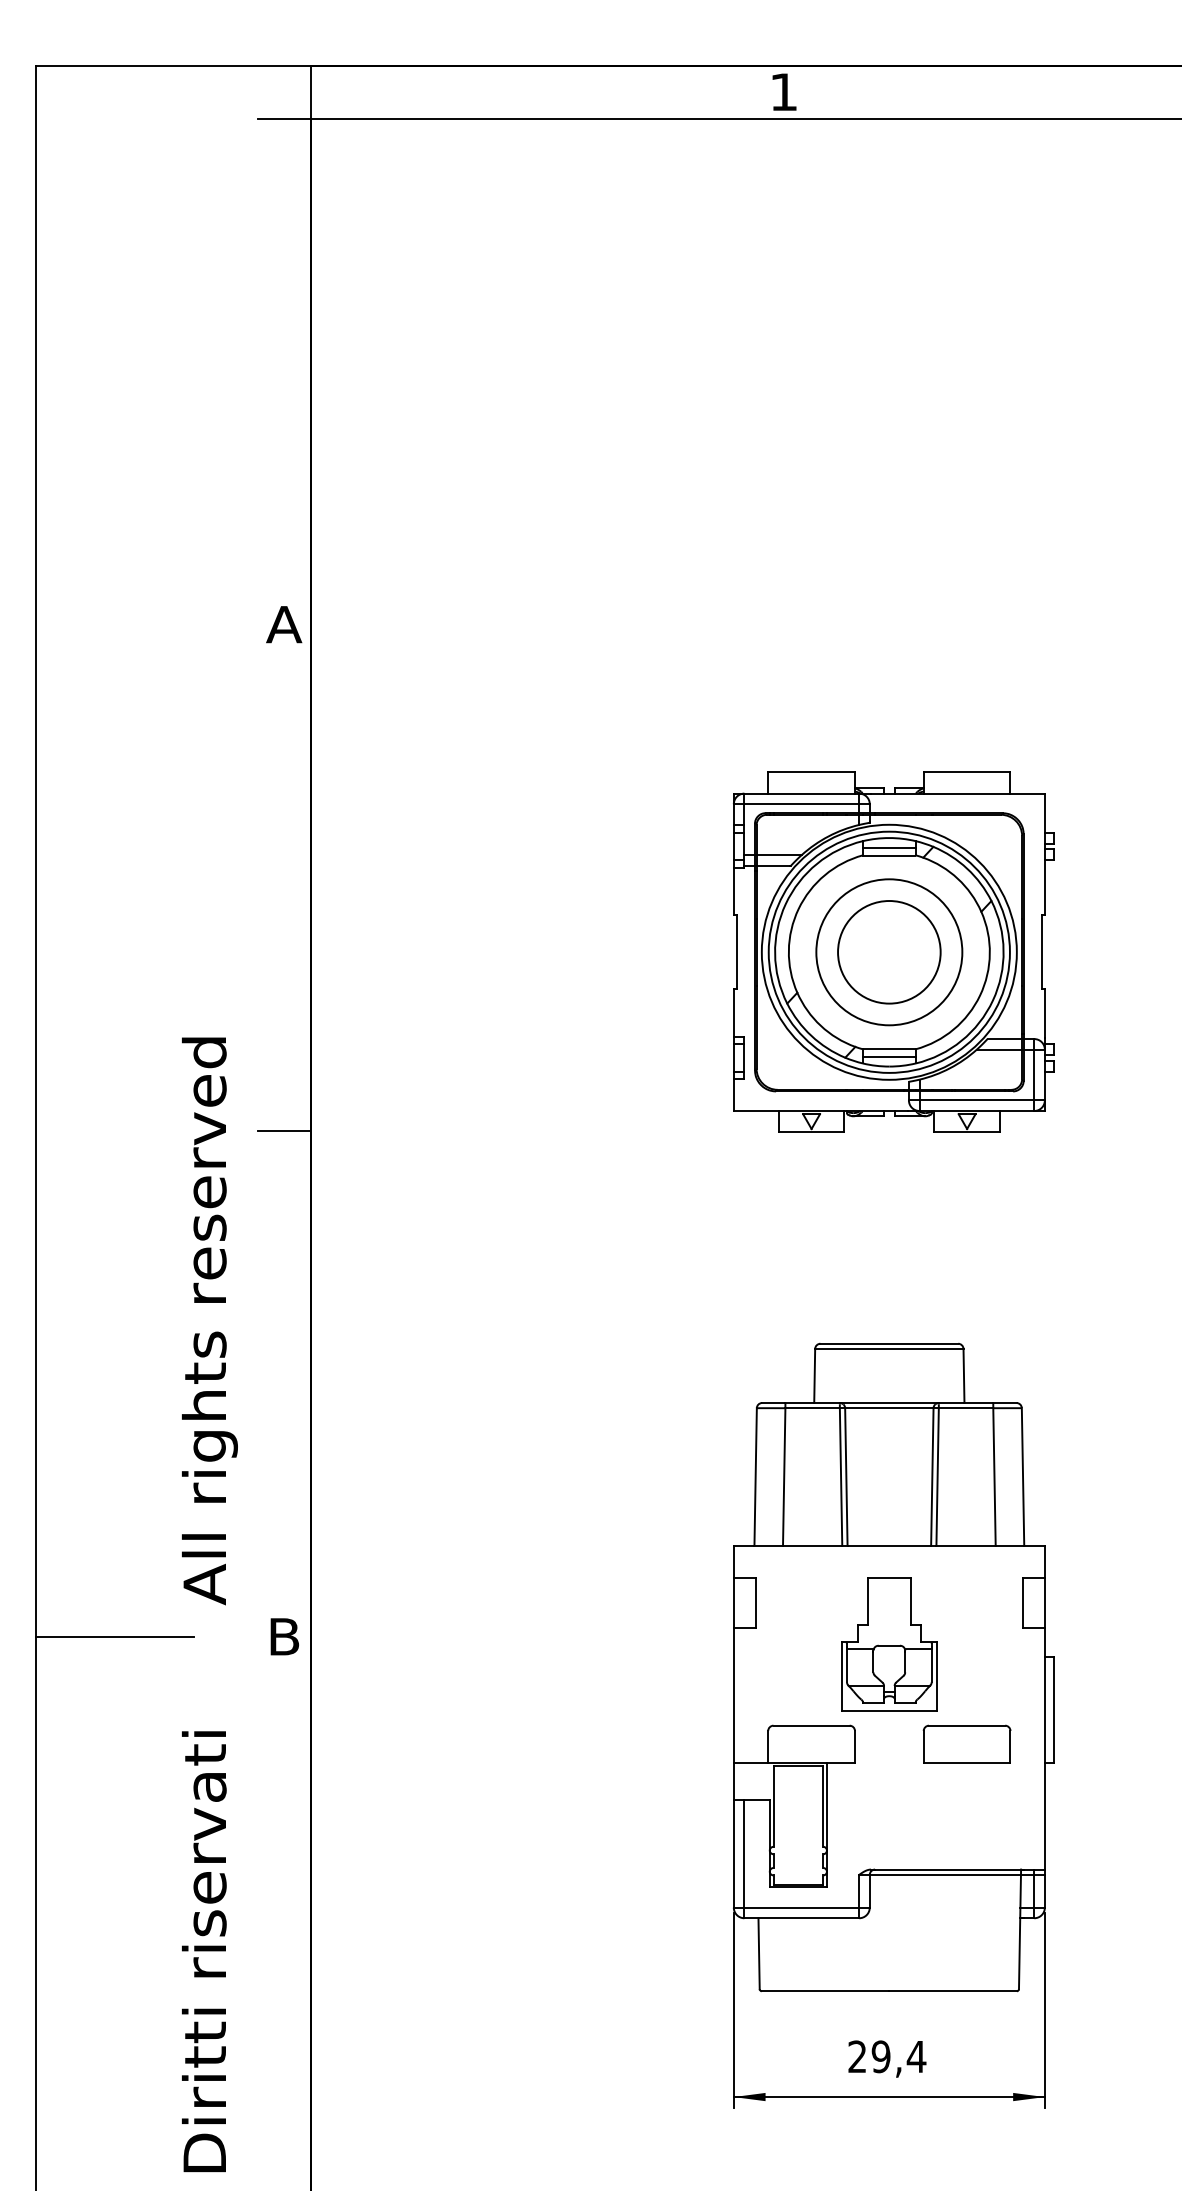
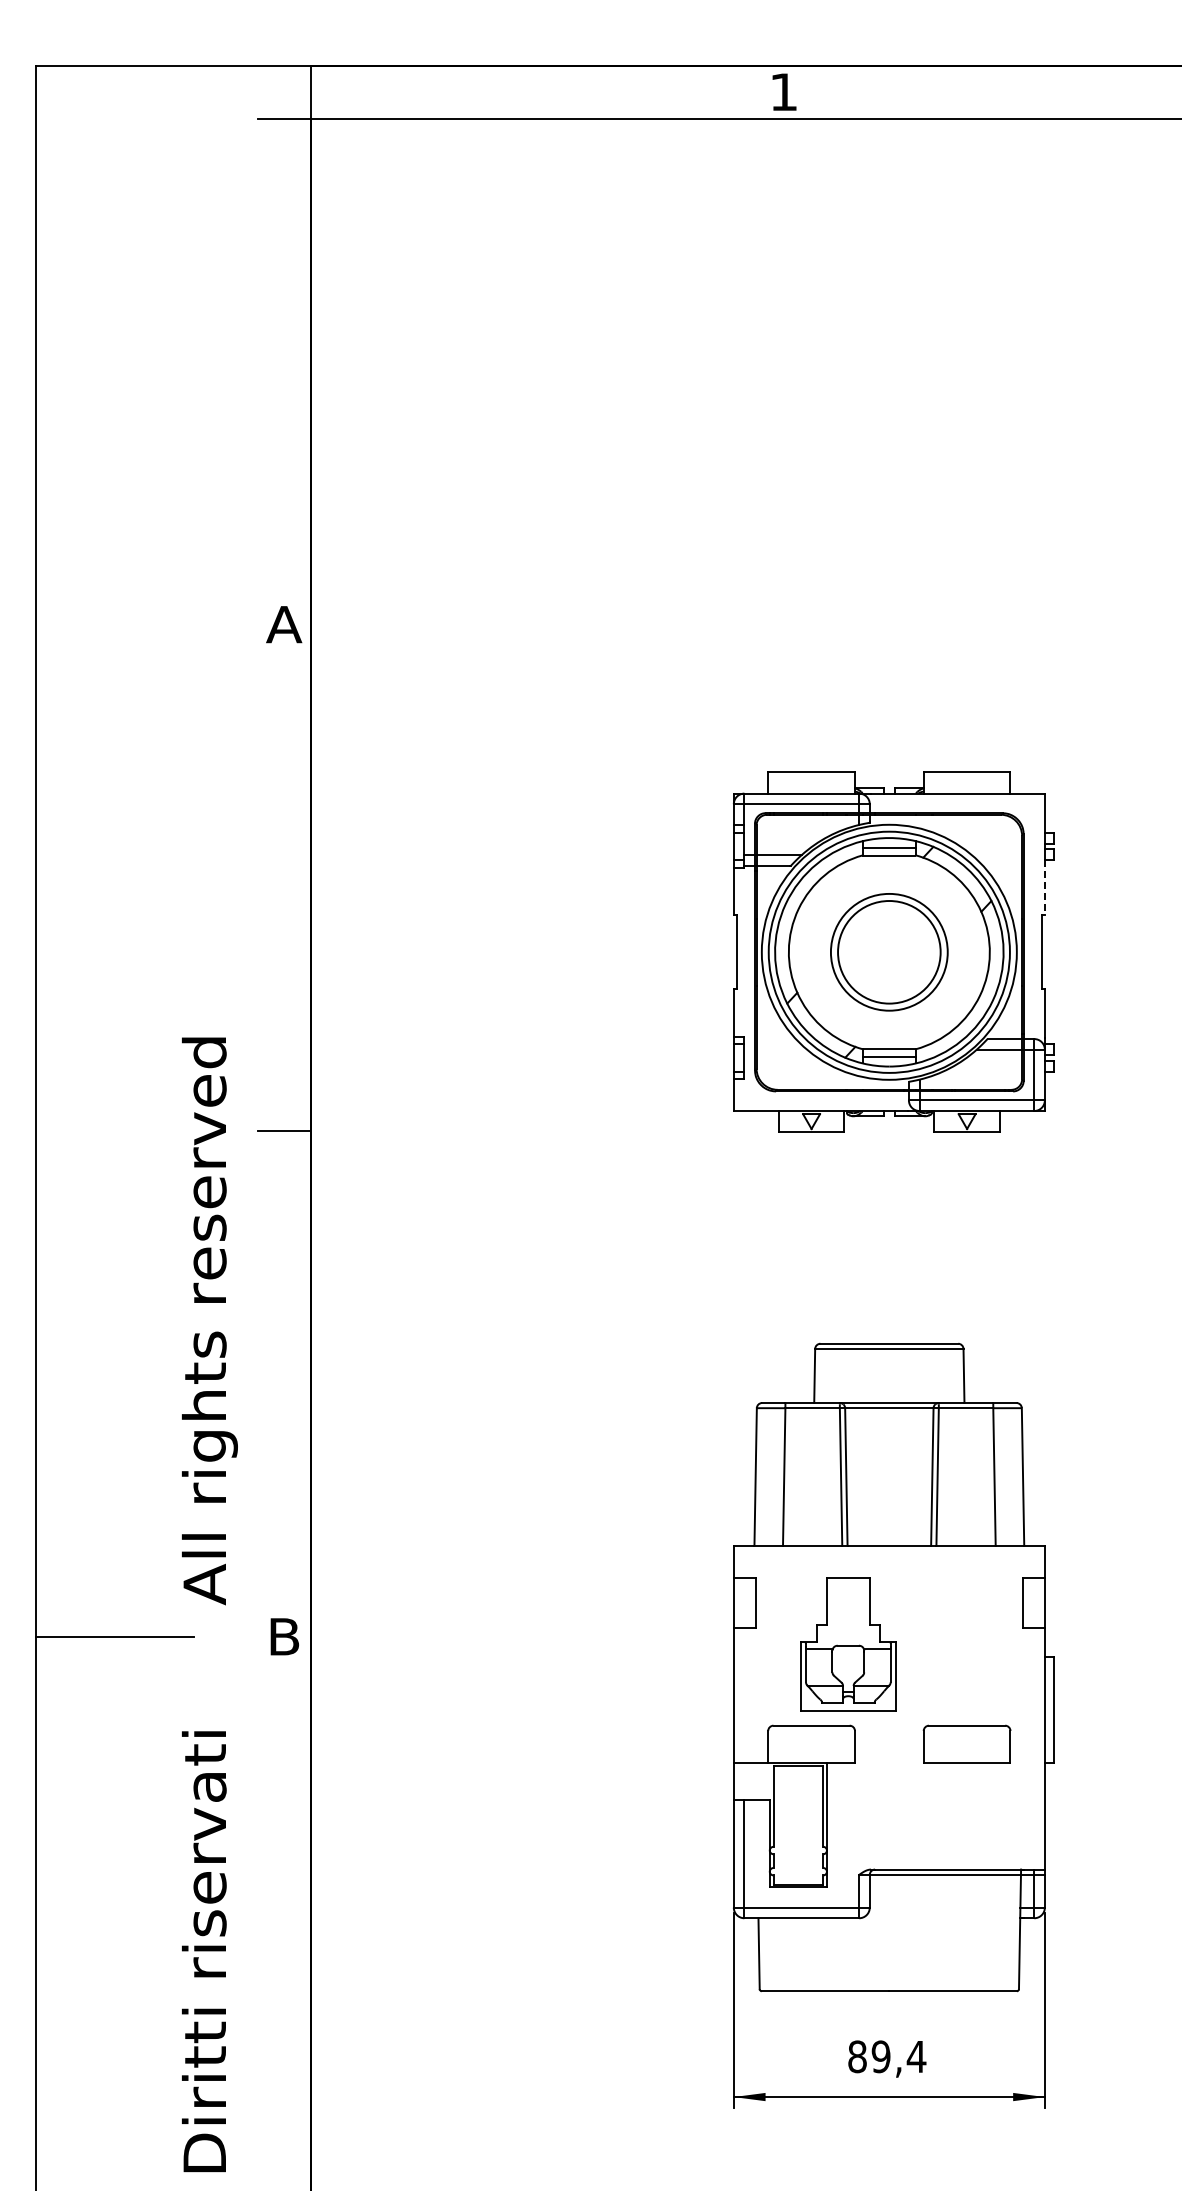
line at (1044, 887): solid -> dashed
circle at (889, 952) diameter: 146 px -> 117 px
part at (889, 1644) position: (889, 1644) -> (848, 1644)
text at (857, 2056): 29,4 -> 89,4
